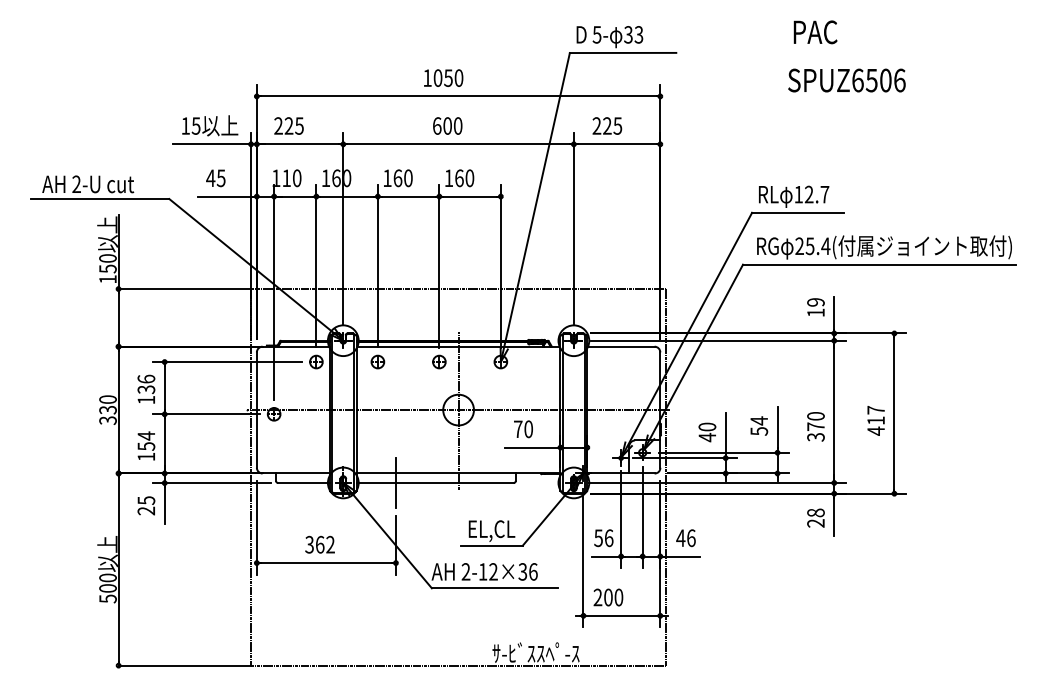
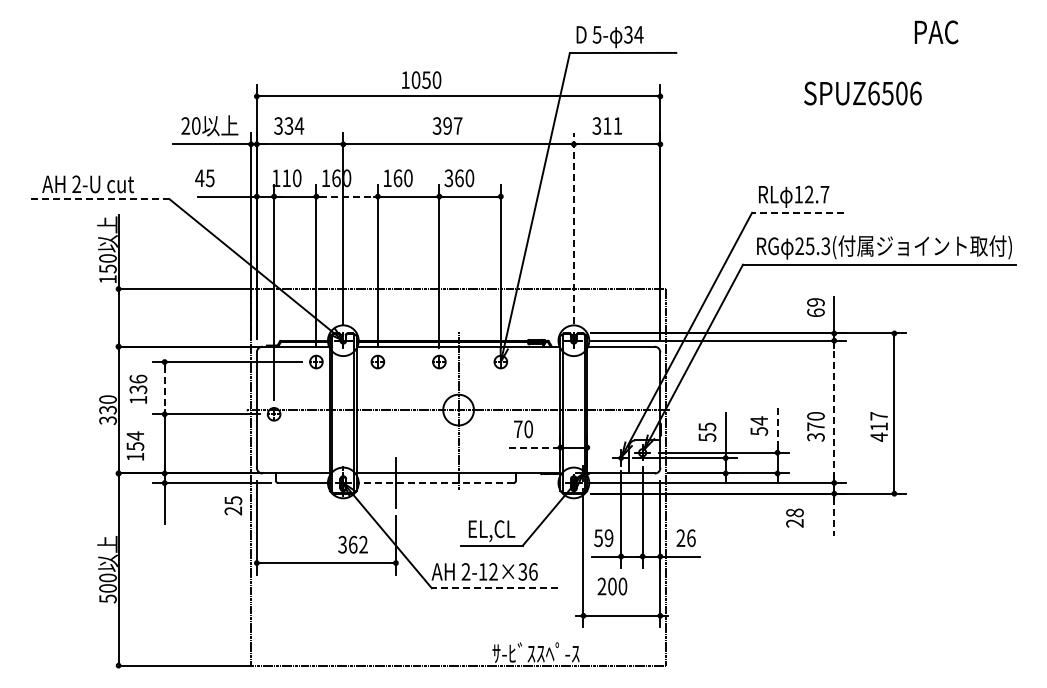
text at (815, 32) position: (815, 32) -> (936, 32)
text at (638, 34): 33 -> 34
text at (443, 77) position: (443, 77) -> (421, 79)
text at (846, 80) position: (846, 80) -> (862, 93)
text at (190, 125): 15 -> 20
text at (289, 125): 225 -> 334
text at (447, 125): 600 -> 397
text at (607, 125): 225 -> 311
text at (215, 178) position: (215, 178) -> (204, 178)
text at (448, 178): 160 -> 360
line at (347, 196): solid -> dashed
line at (100, 199): solid -> dashed
line at (798, 212): solid -> dashed
line at (573, 228): solid -> dashed
text at (825, 246): 25.4( -> 25.3(
text at (815, 312): 19 -> 69
text at (146, 388) position: (146, 388) -> (138, 388)
line at (164, 388): solid -> dashed
line at (834, 411): solid -> dashed
text at (875, 420) position: (875, 420) -> (878, 426)
line at (777, 427): solid -> dashed
text at (707, 432): 40 -> 55
text at (146, 445) position: (146, 445) -> (135, 445)
line at (532, 447): solid -> dashed
line at (434, 483): solid -> dashed
text at (146, 505) position: (146, 505) -> (233, 505)
text at (815, 517) position: (815, 517) -> (794, 517)
line at (834, 517): solid -> dashed
text at (680, 537): 46 -> 26
text at (608, 538): 56 -> 59
text at (319, 544) position: (319, 544) -> (352, 544)
line at (494, 588): solid -> dashed
text at (608, 597) position: (608, 597) -> (612, 586)
